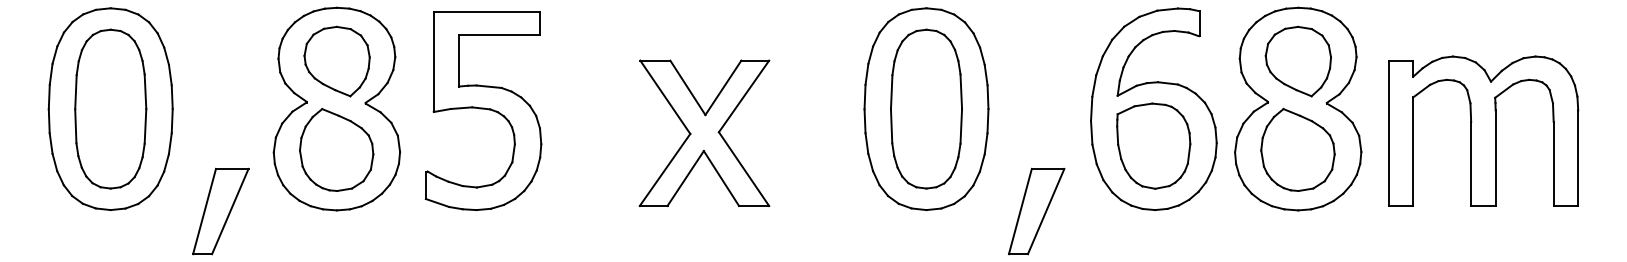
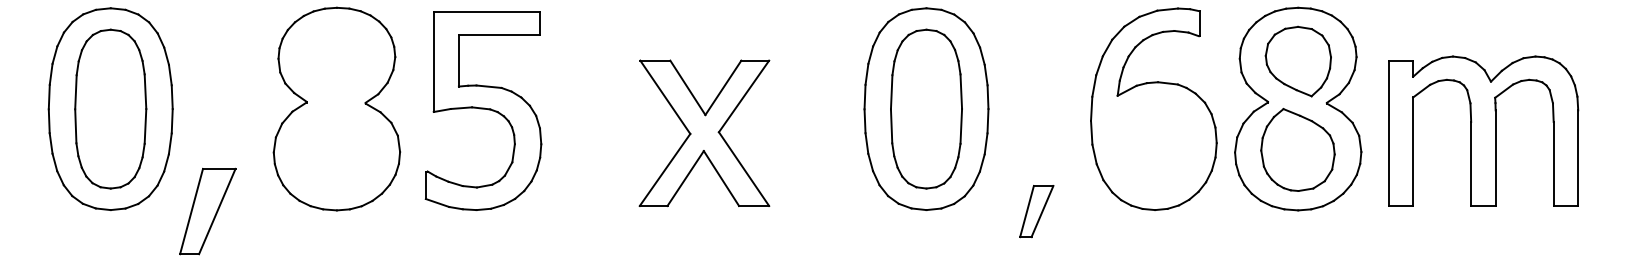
part at (336, 61): present -> none
part at (1153, 145): present -> none
part at (336, 149): present -> none
part at (220, 211) position: (220, 211) -> (207, 211)
part at (1036, 211) size: 58x89 px -> 36x54 px
